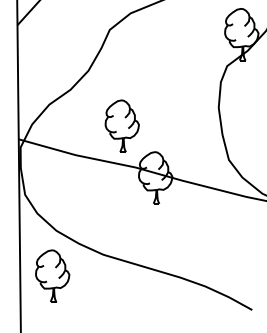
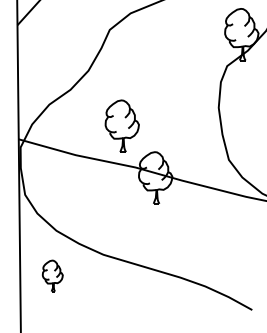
part at (52, 275) size: 36x54 px -> 23x34 px
